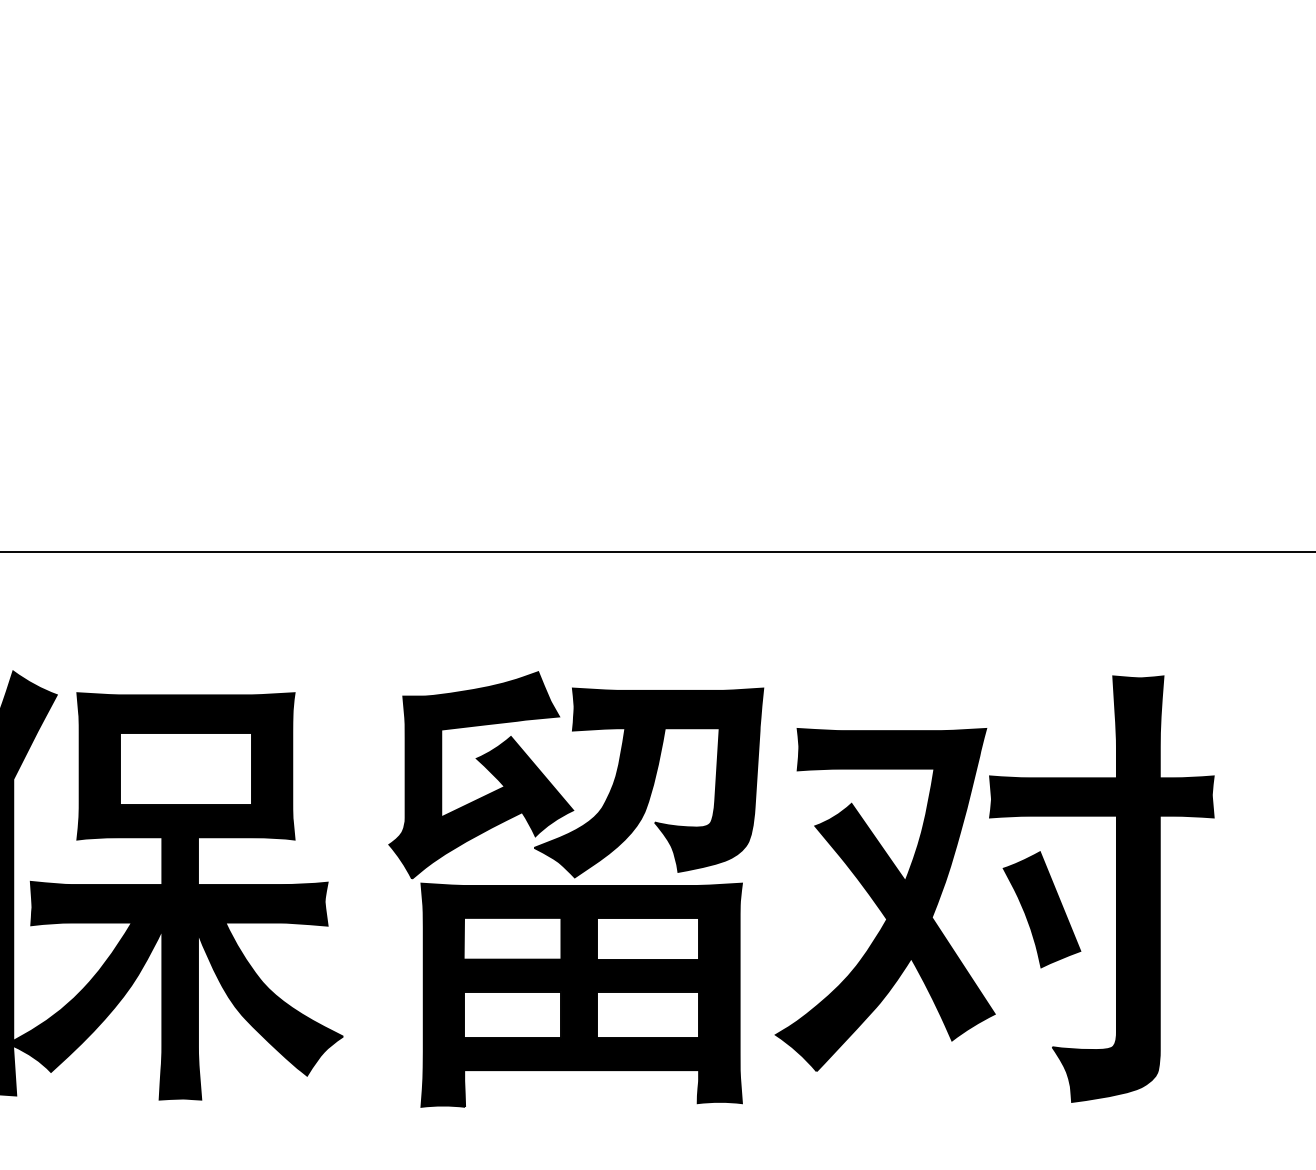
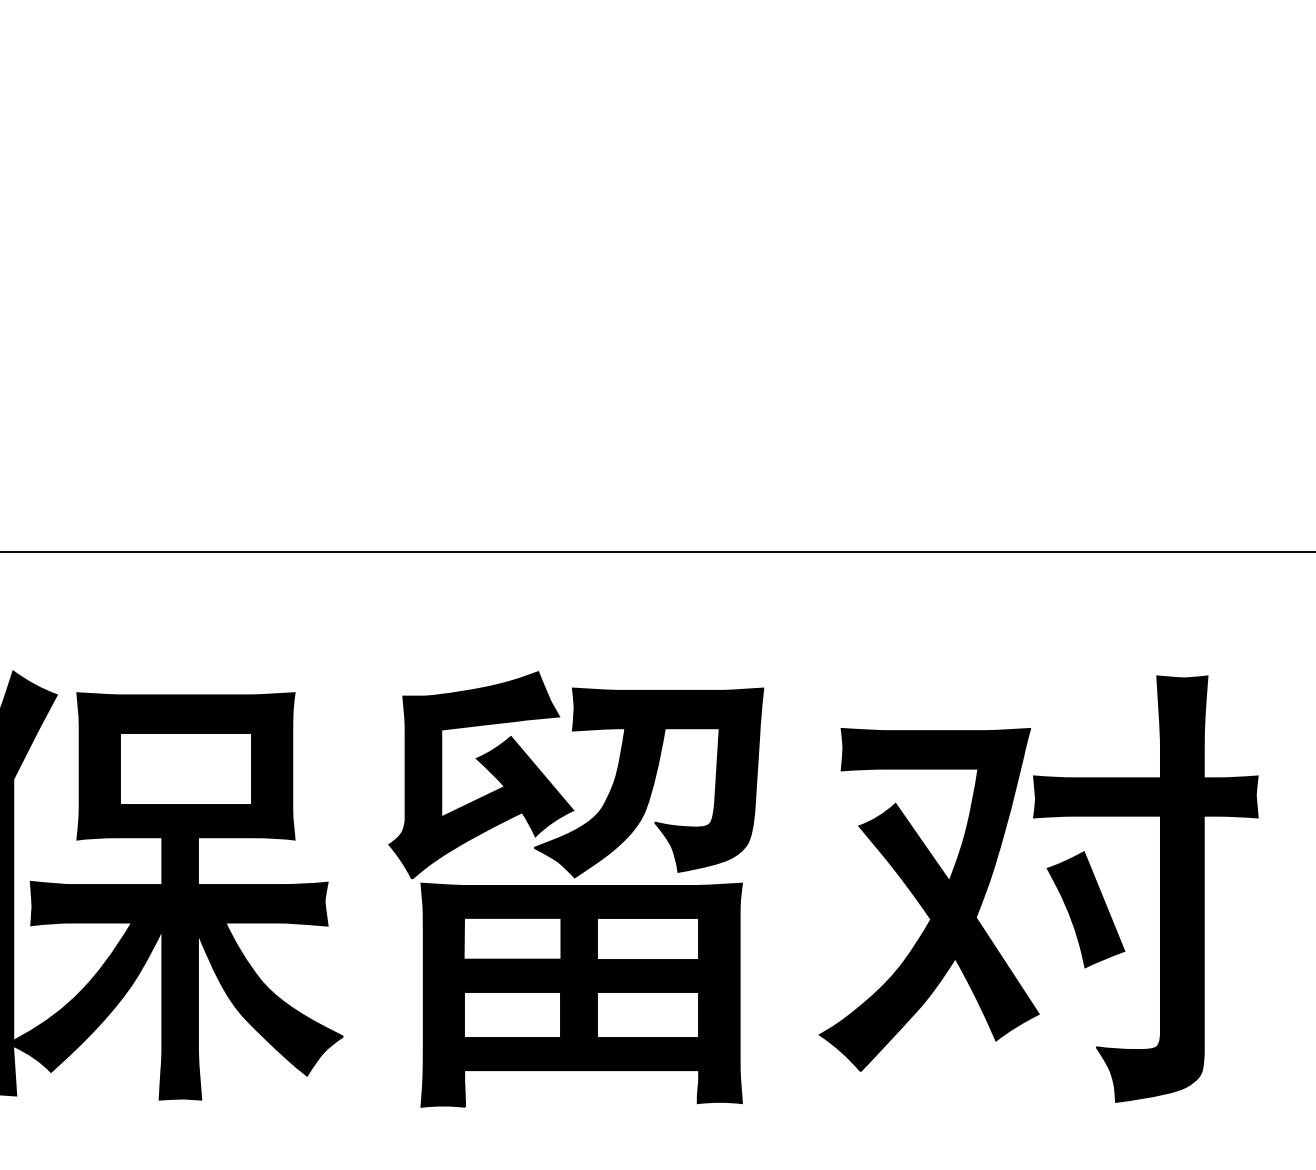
part at (1009, 881) position: (1009, 881) -> (1053, 881)
